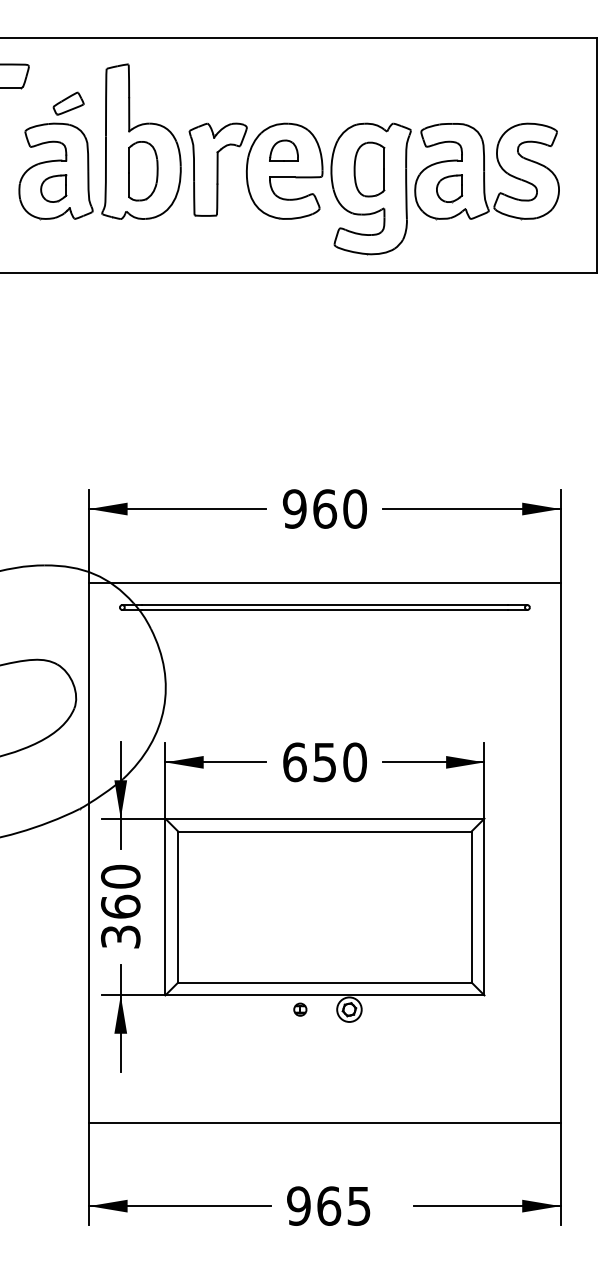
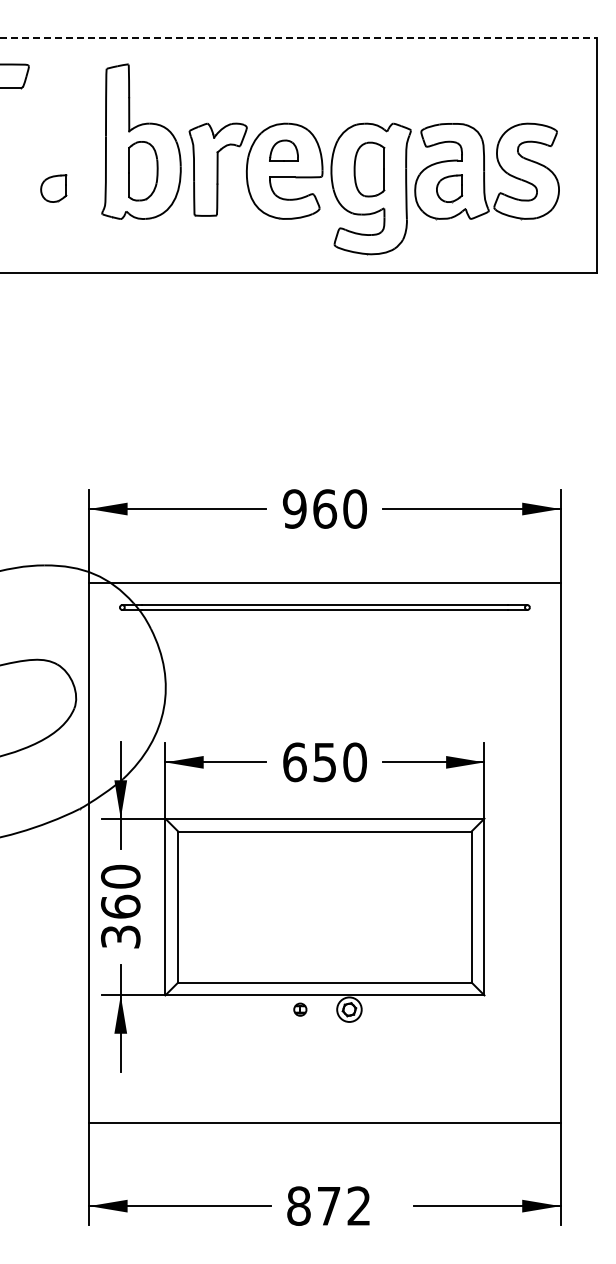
line at (299, 37): solid -> dashed
part at (55, 155): present -> none
text at (328, 1205): 965 -> 872
